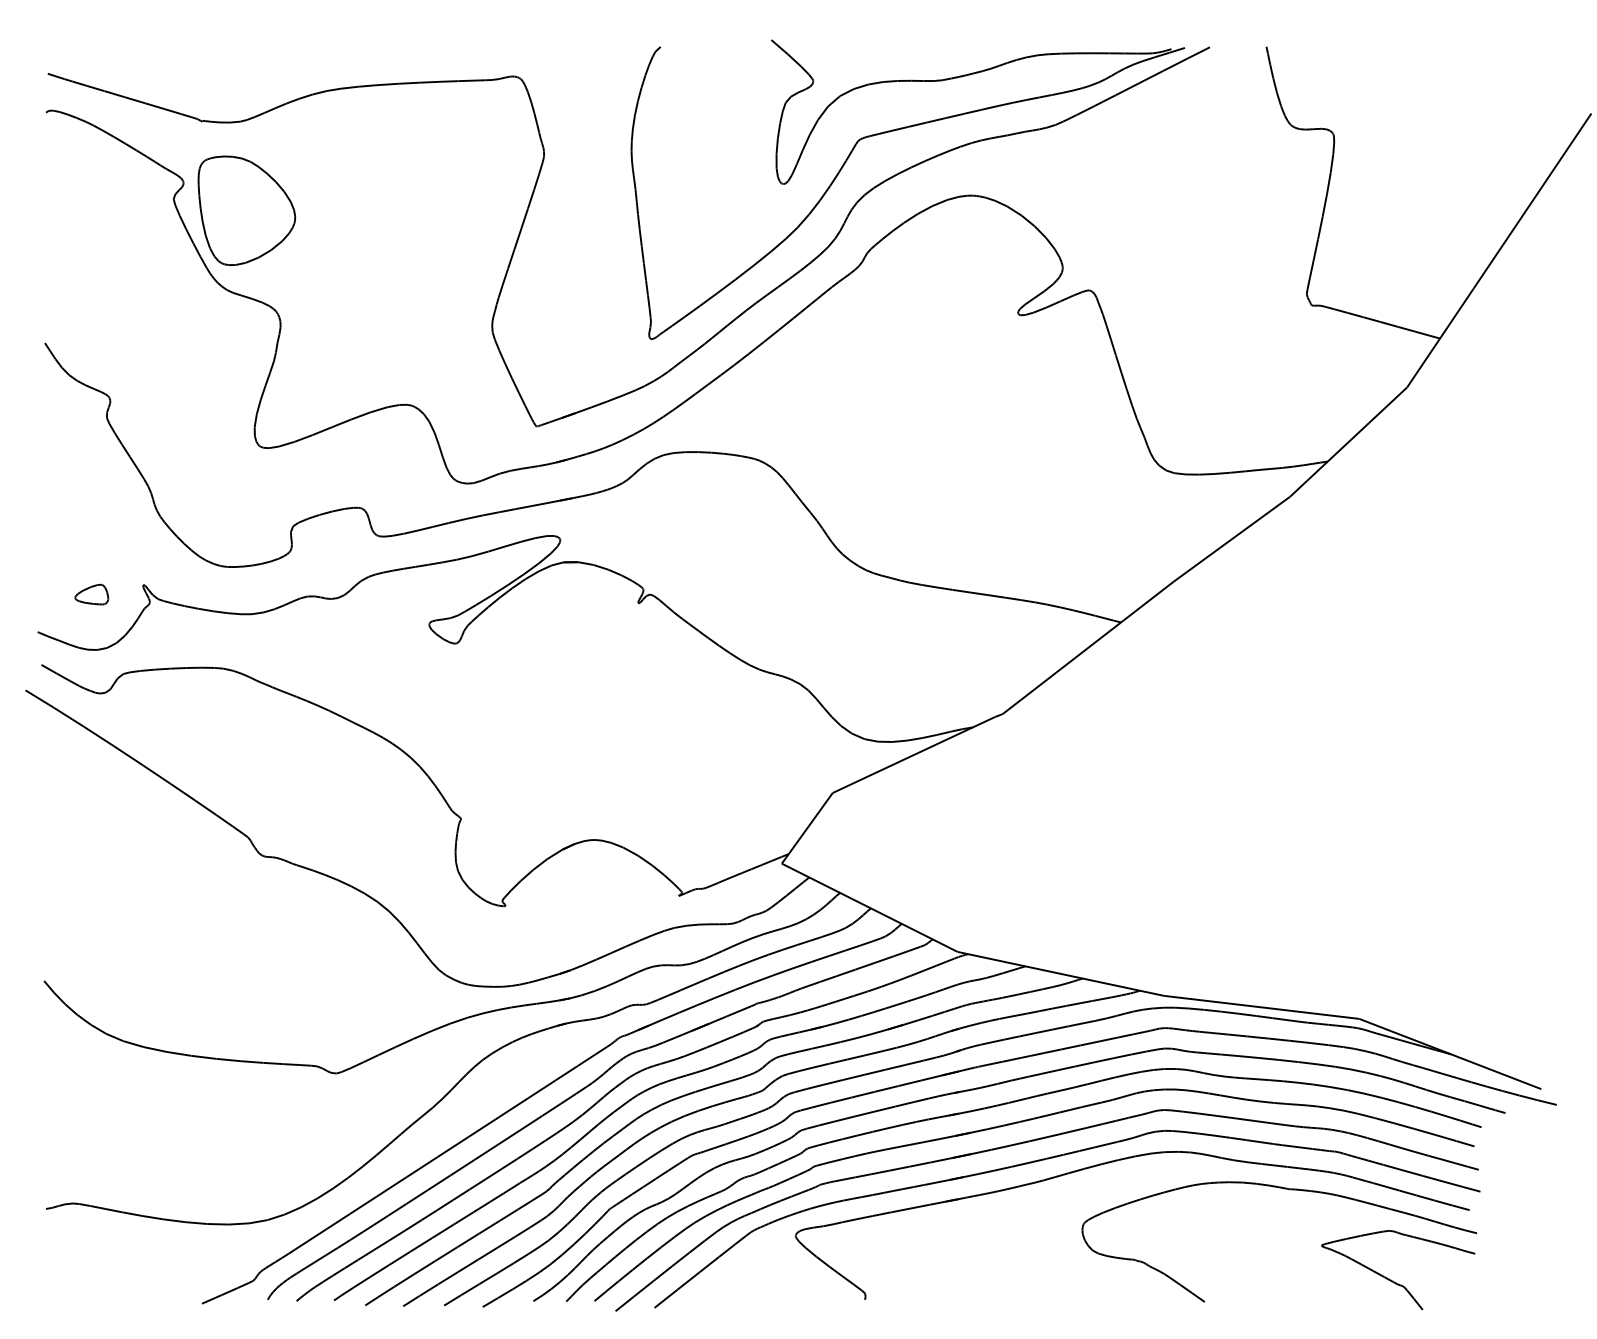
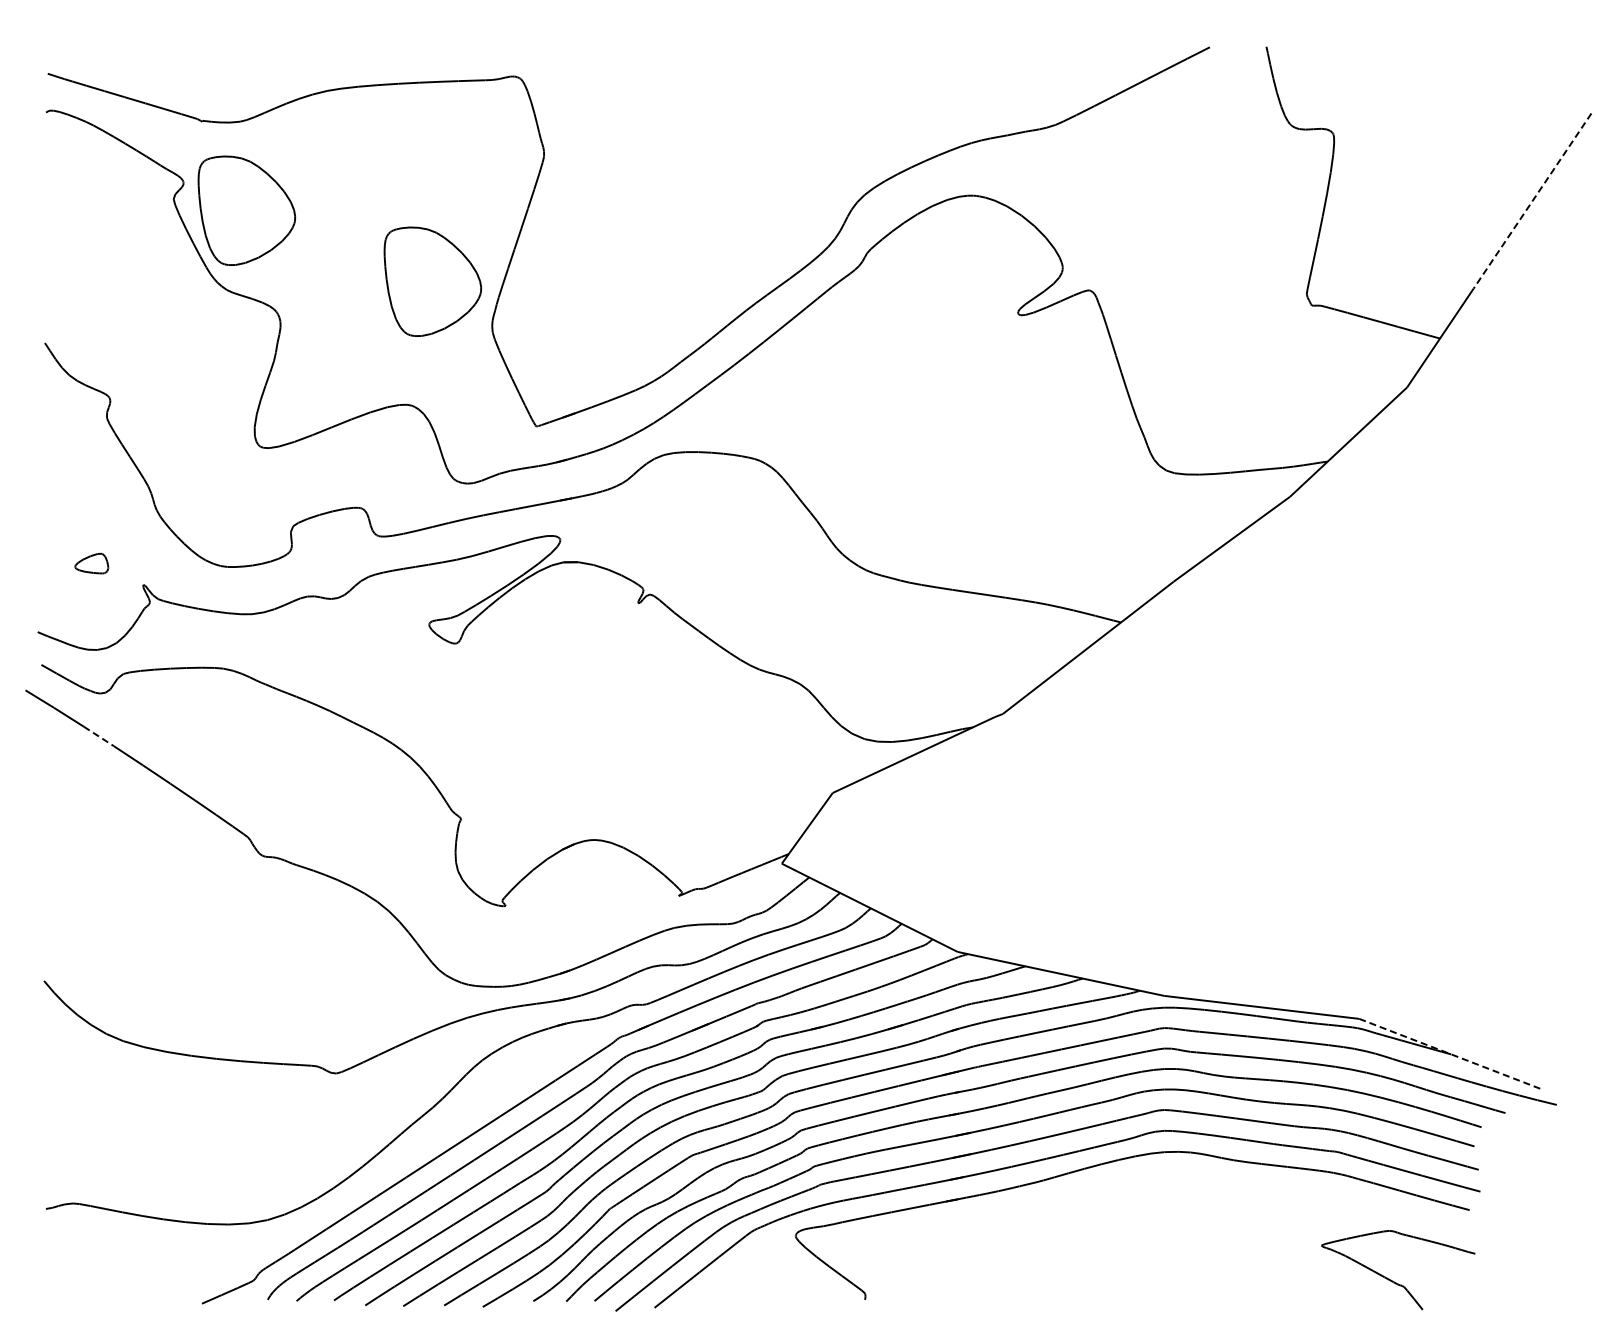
part at (894, 131): present -> none
line at (1532, 201): solid -> dashed
part at (432, 281): none -> present
part at (91, 594) position: (91, 594) -> (91, 563)
line at (98, 736): solid -> dashed
line at (1450, 1054): solid -> dashed
part at (1289, 1190): present -> none
